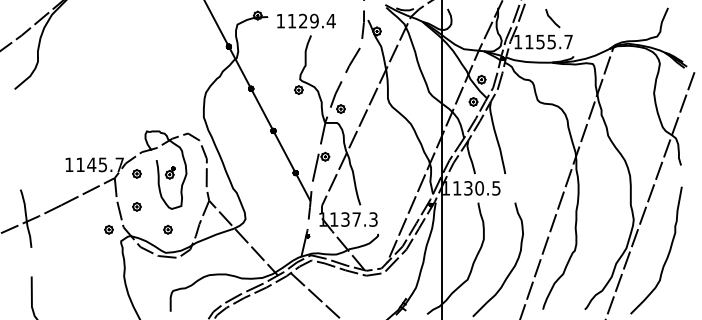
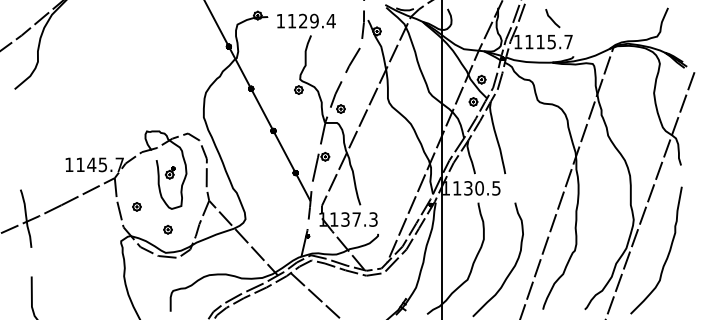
text at (540, 41): 1155.7 -> 1115.7
part at (136, 173): present -> none
part at (108, 229): present -> none
